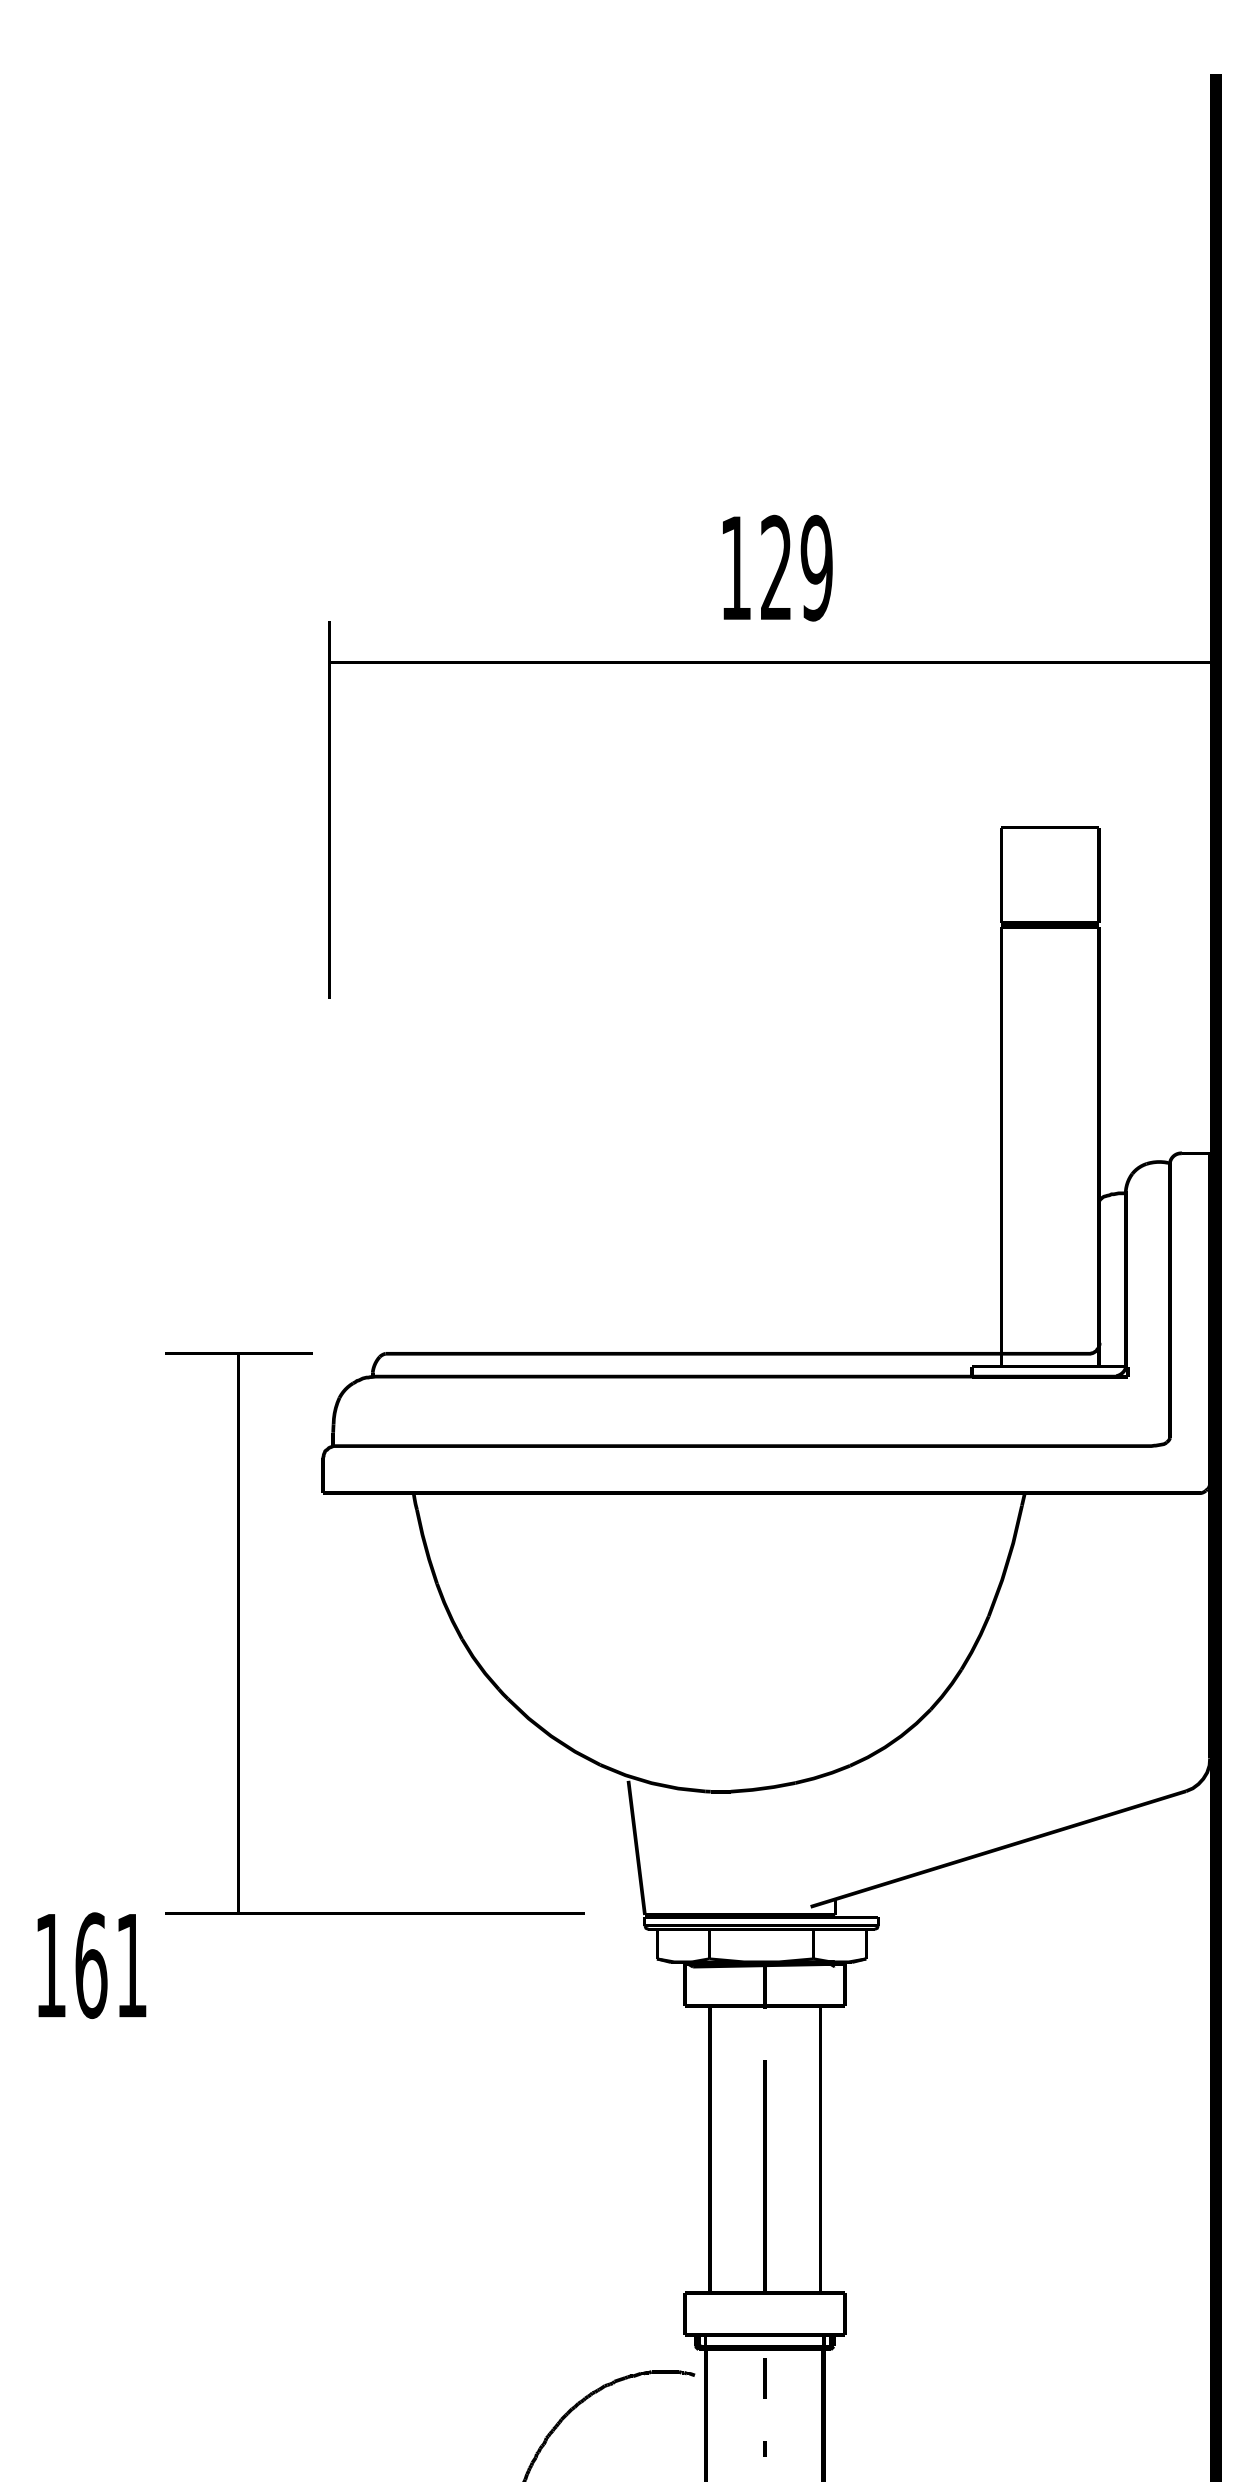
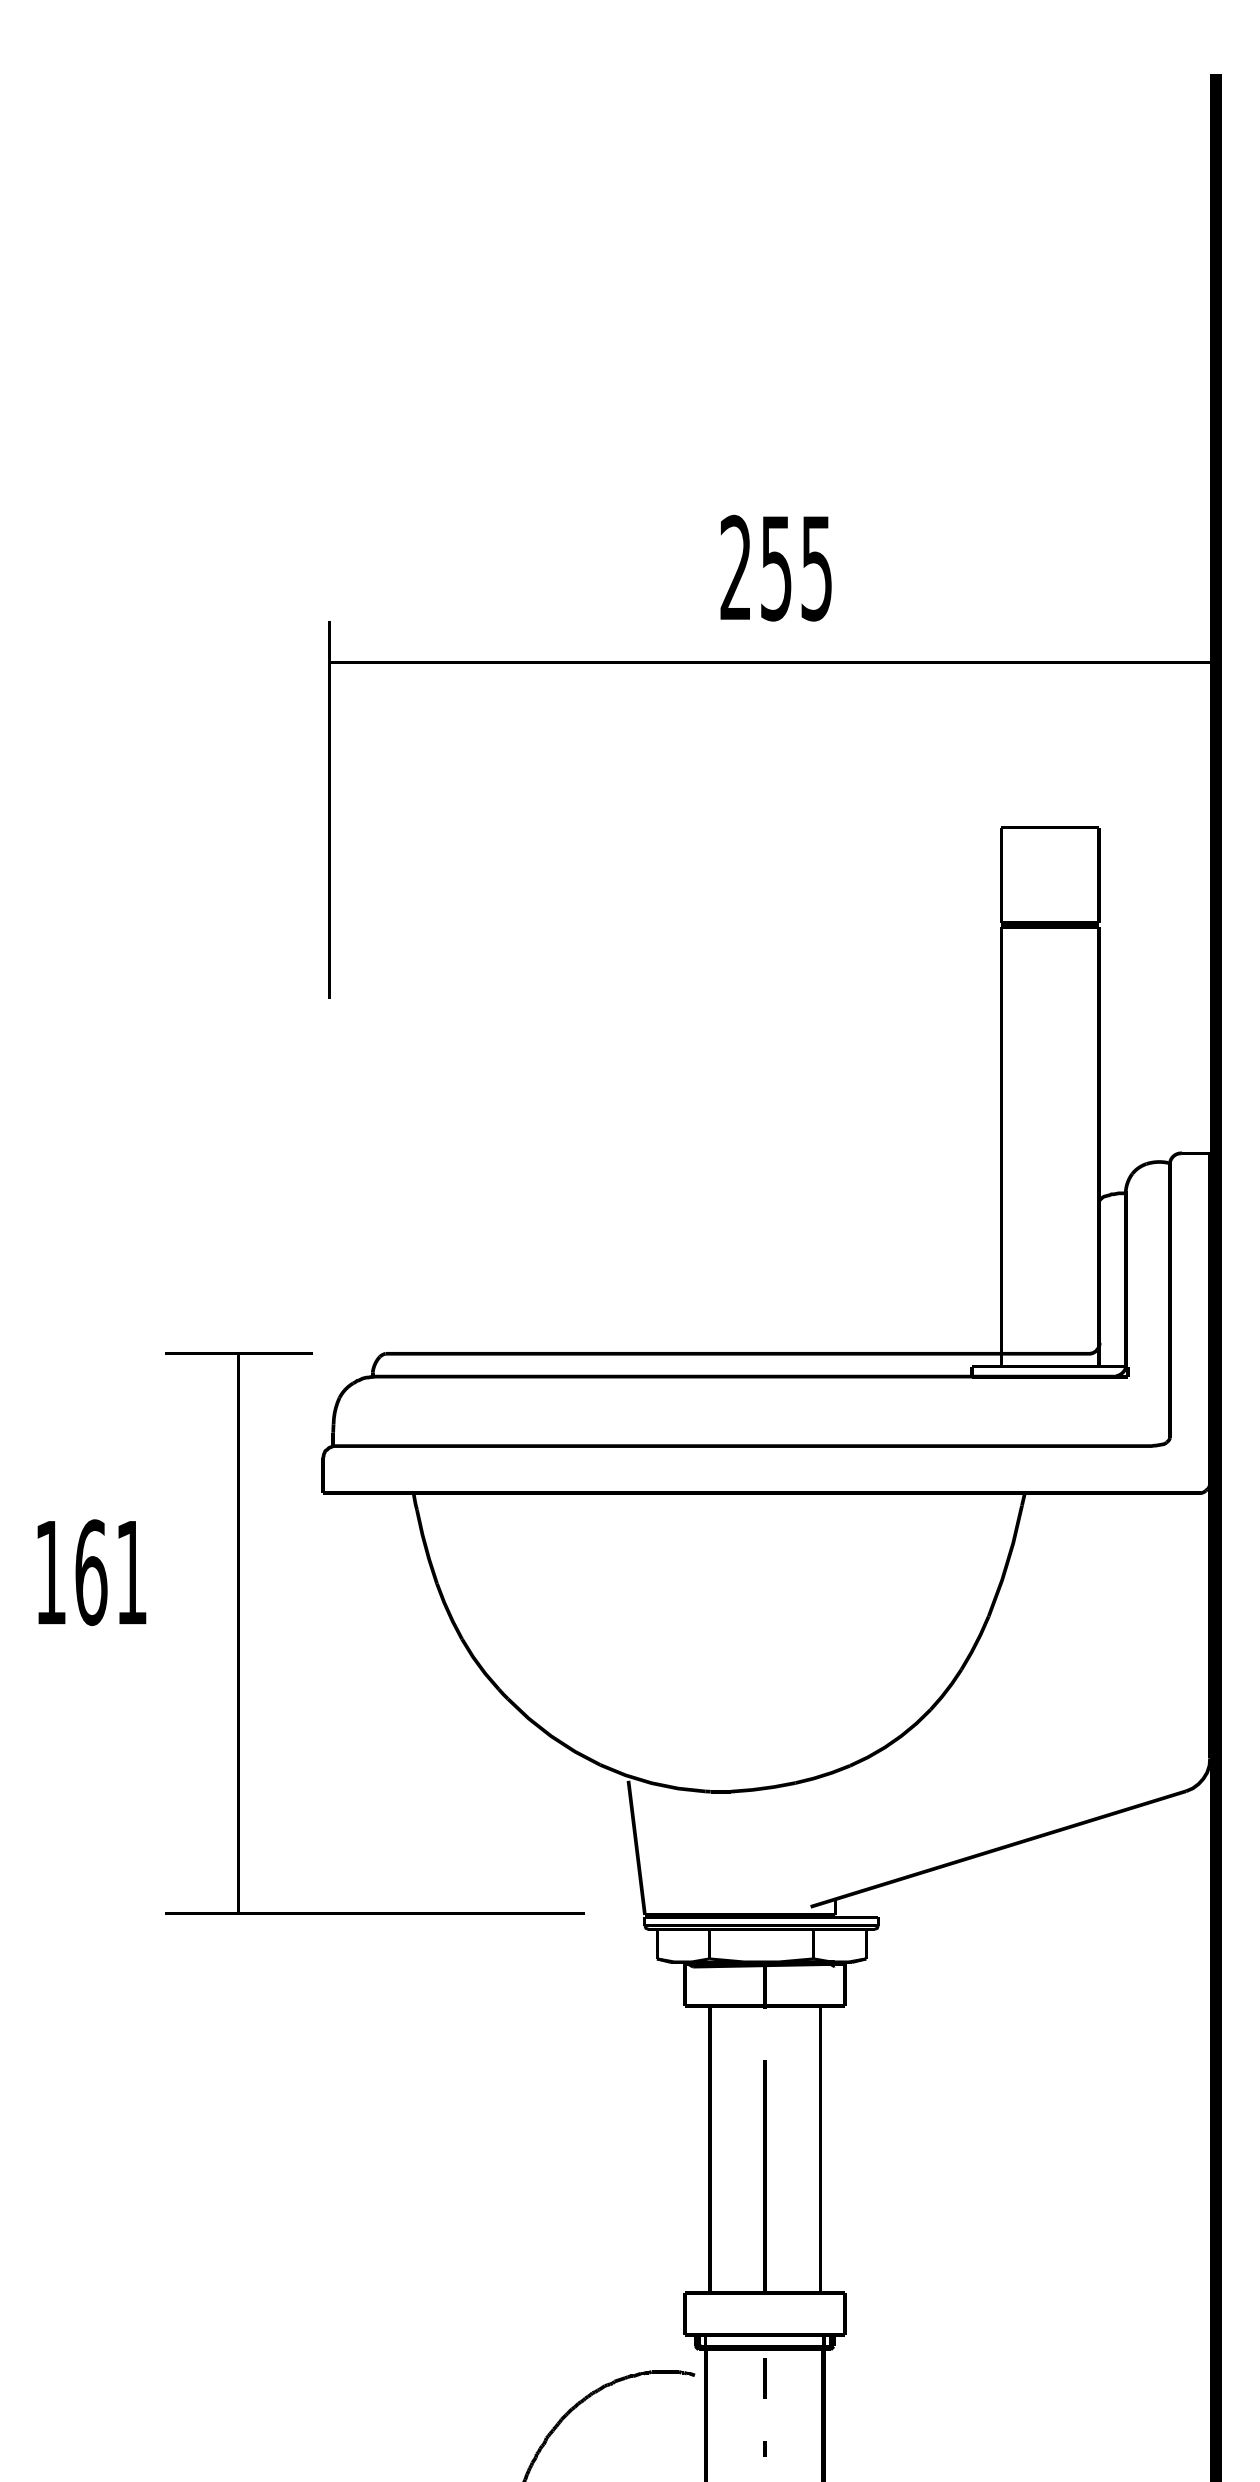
text at (776, 567): 129 -> 255
text at (91, 1965) position: (91, 1965) -> (91, 1572)
